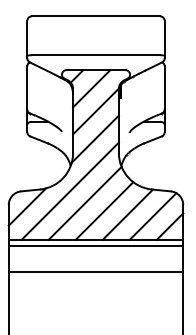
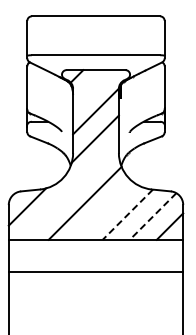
line at (91, 88): present -> none
line at (69, 190): present -> none
line at (104, 210): present -> none
line at (127, 214): solid -> dashed
line at (153, 216): solid -> dashed
line at (95, 245): present -> none
